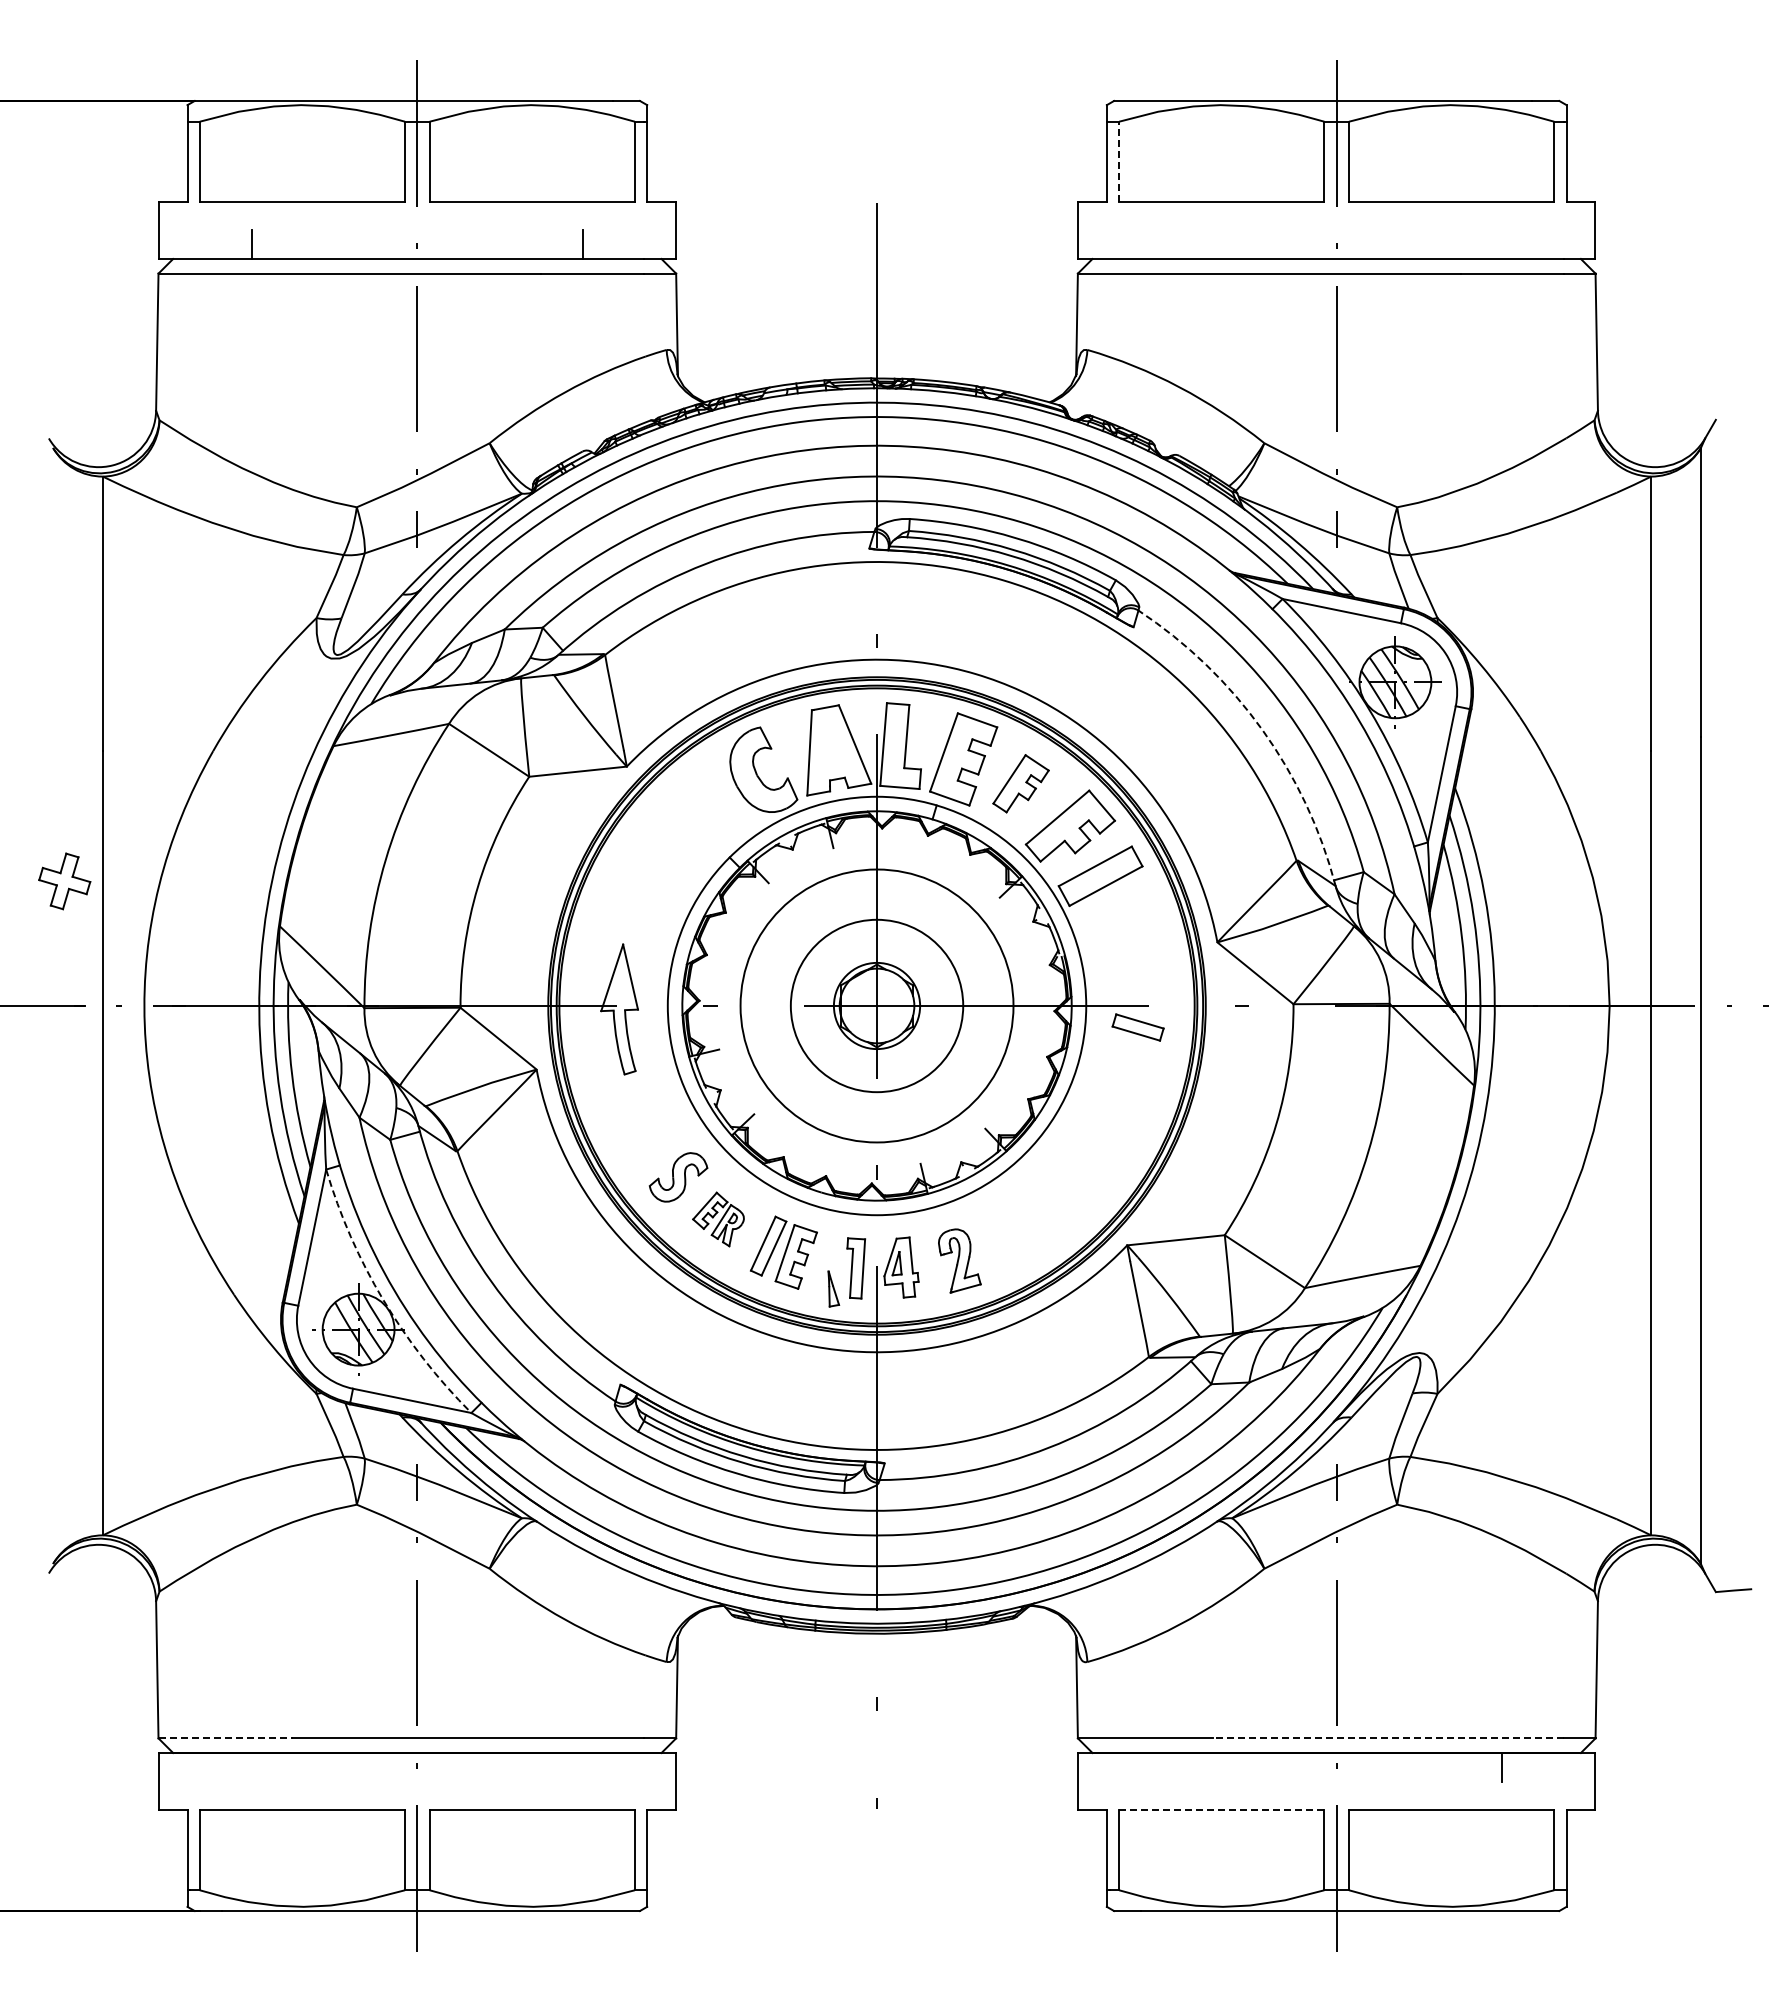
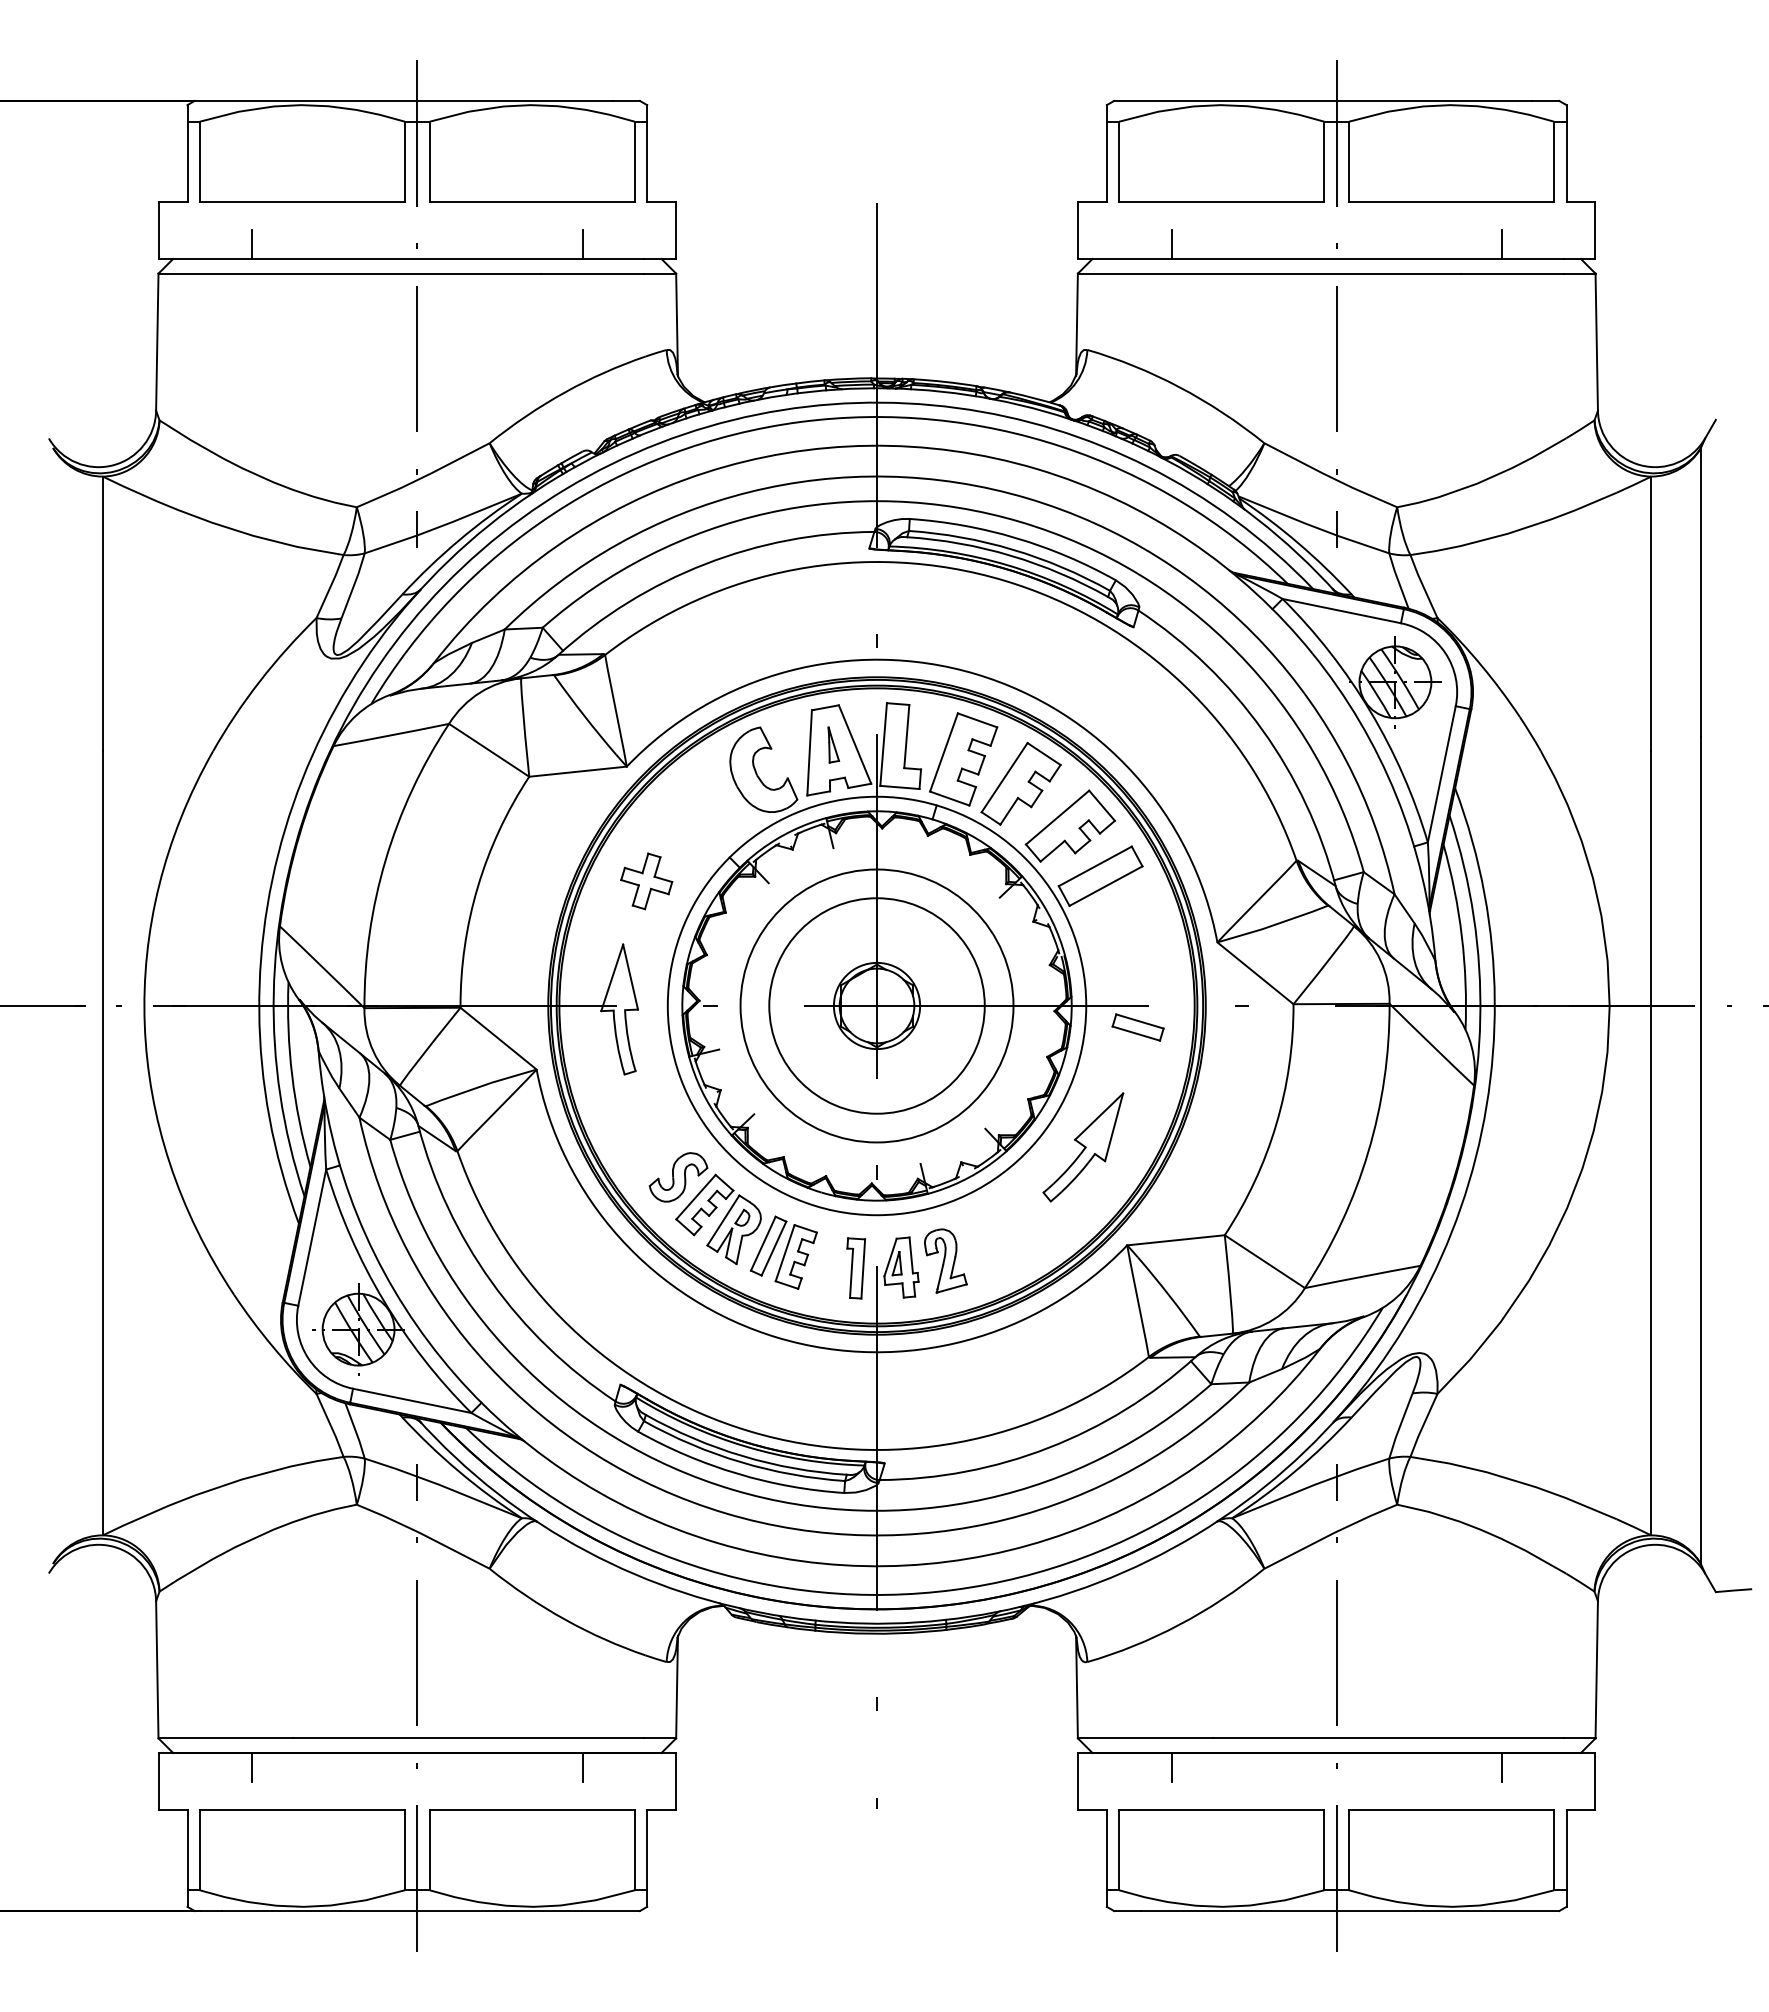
line at (1119, 161): dashed -> solid
line at (1171, 244): none -> present
line at (1501, 244): none -> present
arc at (1262, 730): dashed -> solid
part at (1020, 783) size: 58x60 px -> 82x85 px
part at (64, 881) position: (64, 881) -> (646, 881)
circle at (876, 1005) diameter: 172 px -> 215 px
part at (1083, 1147): none -> present
part at (718, 1219) size: 53x57 px -> 87x93 px
part at (959, 1260) position: (959, 1260) -> (945, 1260)
part at (833, 1288) position: (833, 1288) -> (833, 744)
arc at (383, 1300): dashed -> solid
line at (226, 1738): dashed -> solid
line at (1388, 1738): dashed -> solid
line at (252, 1766): none -> present
line at (582, 1766): none -> present
line at (1171, 1766): none -> present
line at (1221, 1810): dashed -> solid
